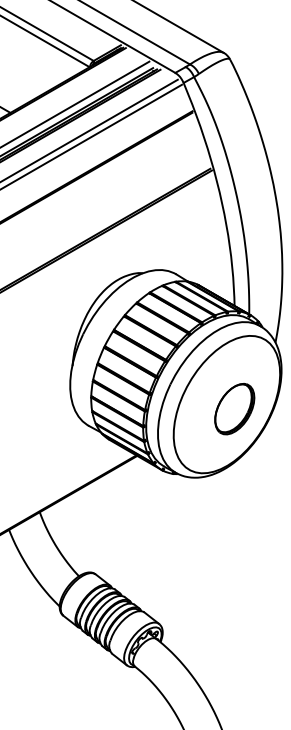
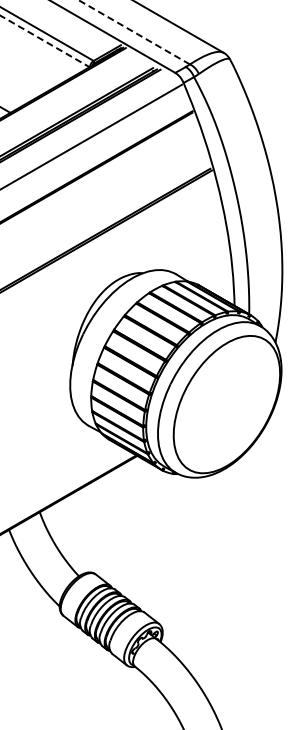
line at (134, 32): solid -> dashed
line at (45, 41): solid -> dashed
line at (75, 103): present -> none
line at (89, 129): present -> none
part at (234, 409): present -> none
